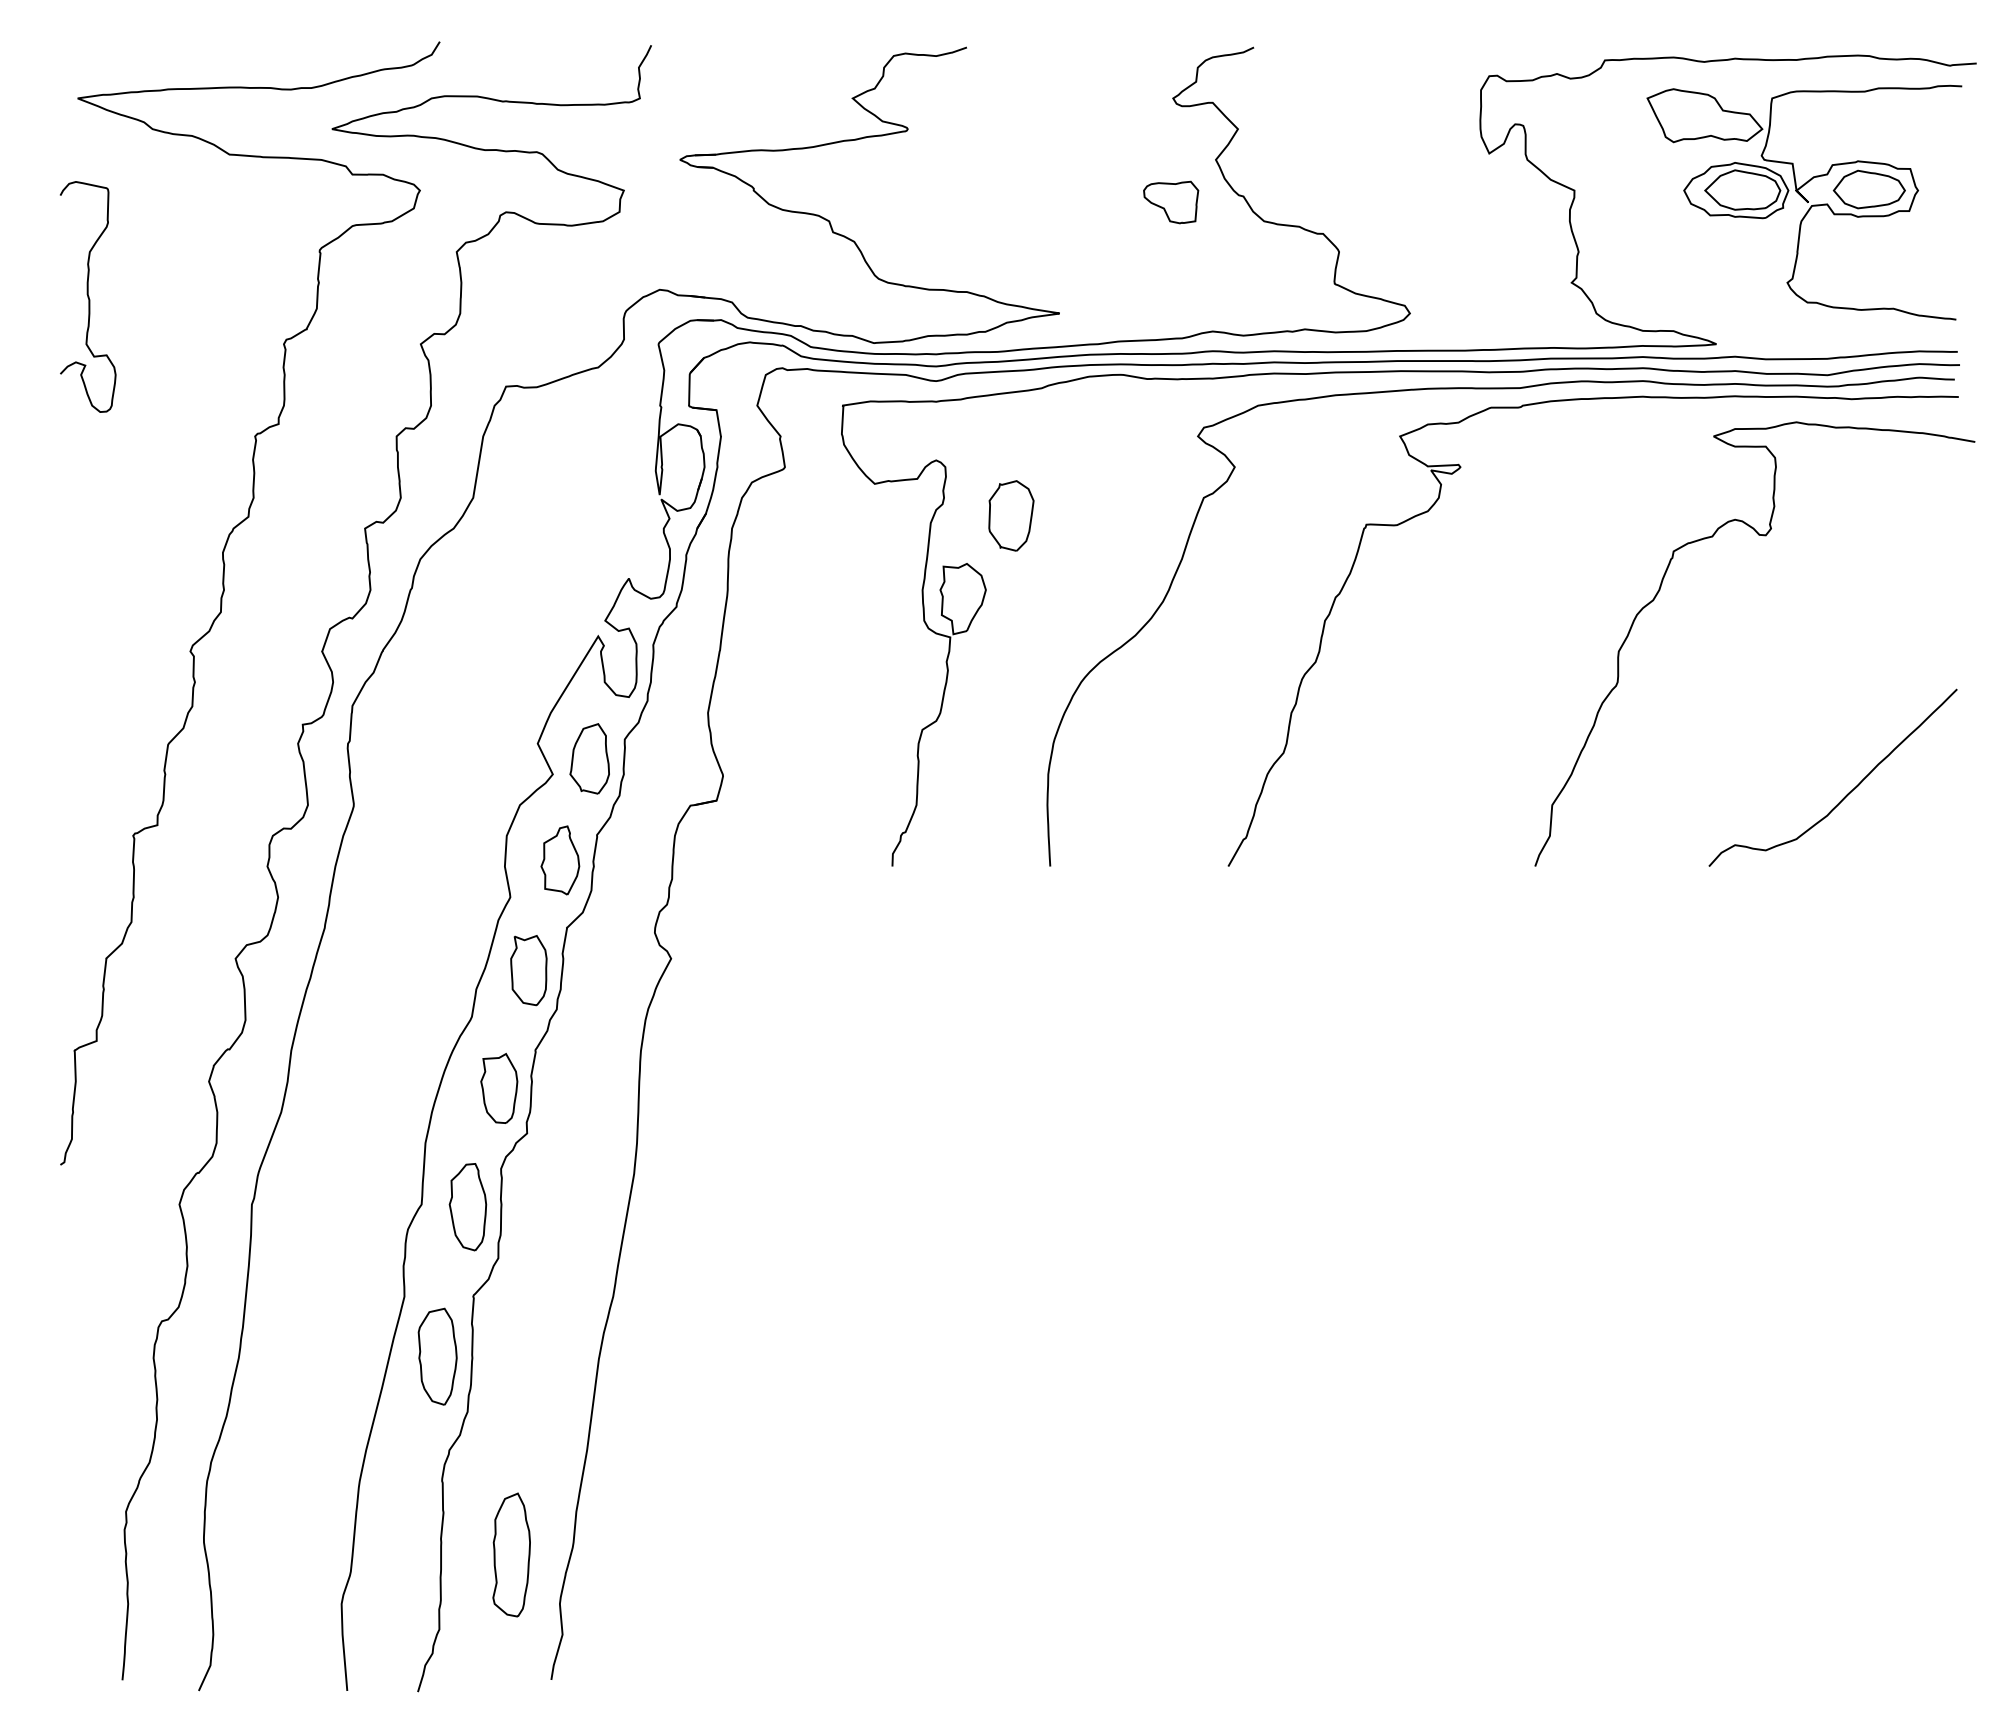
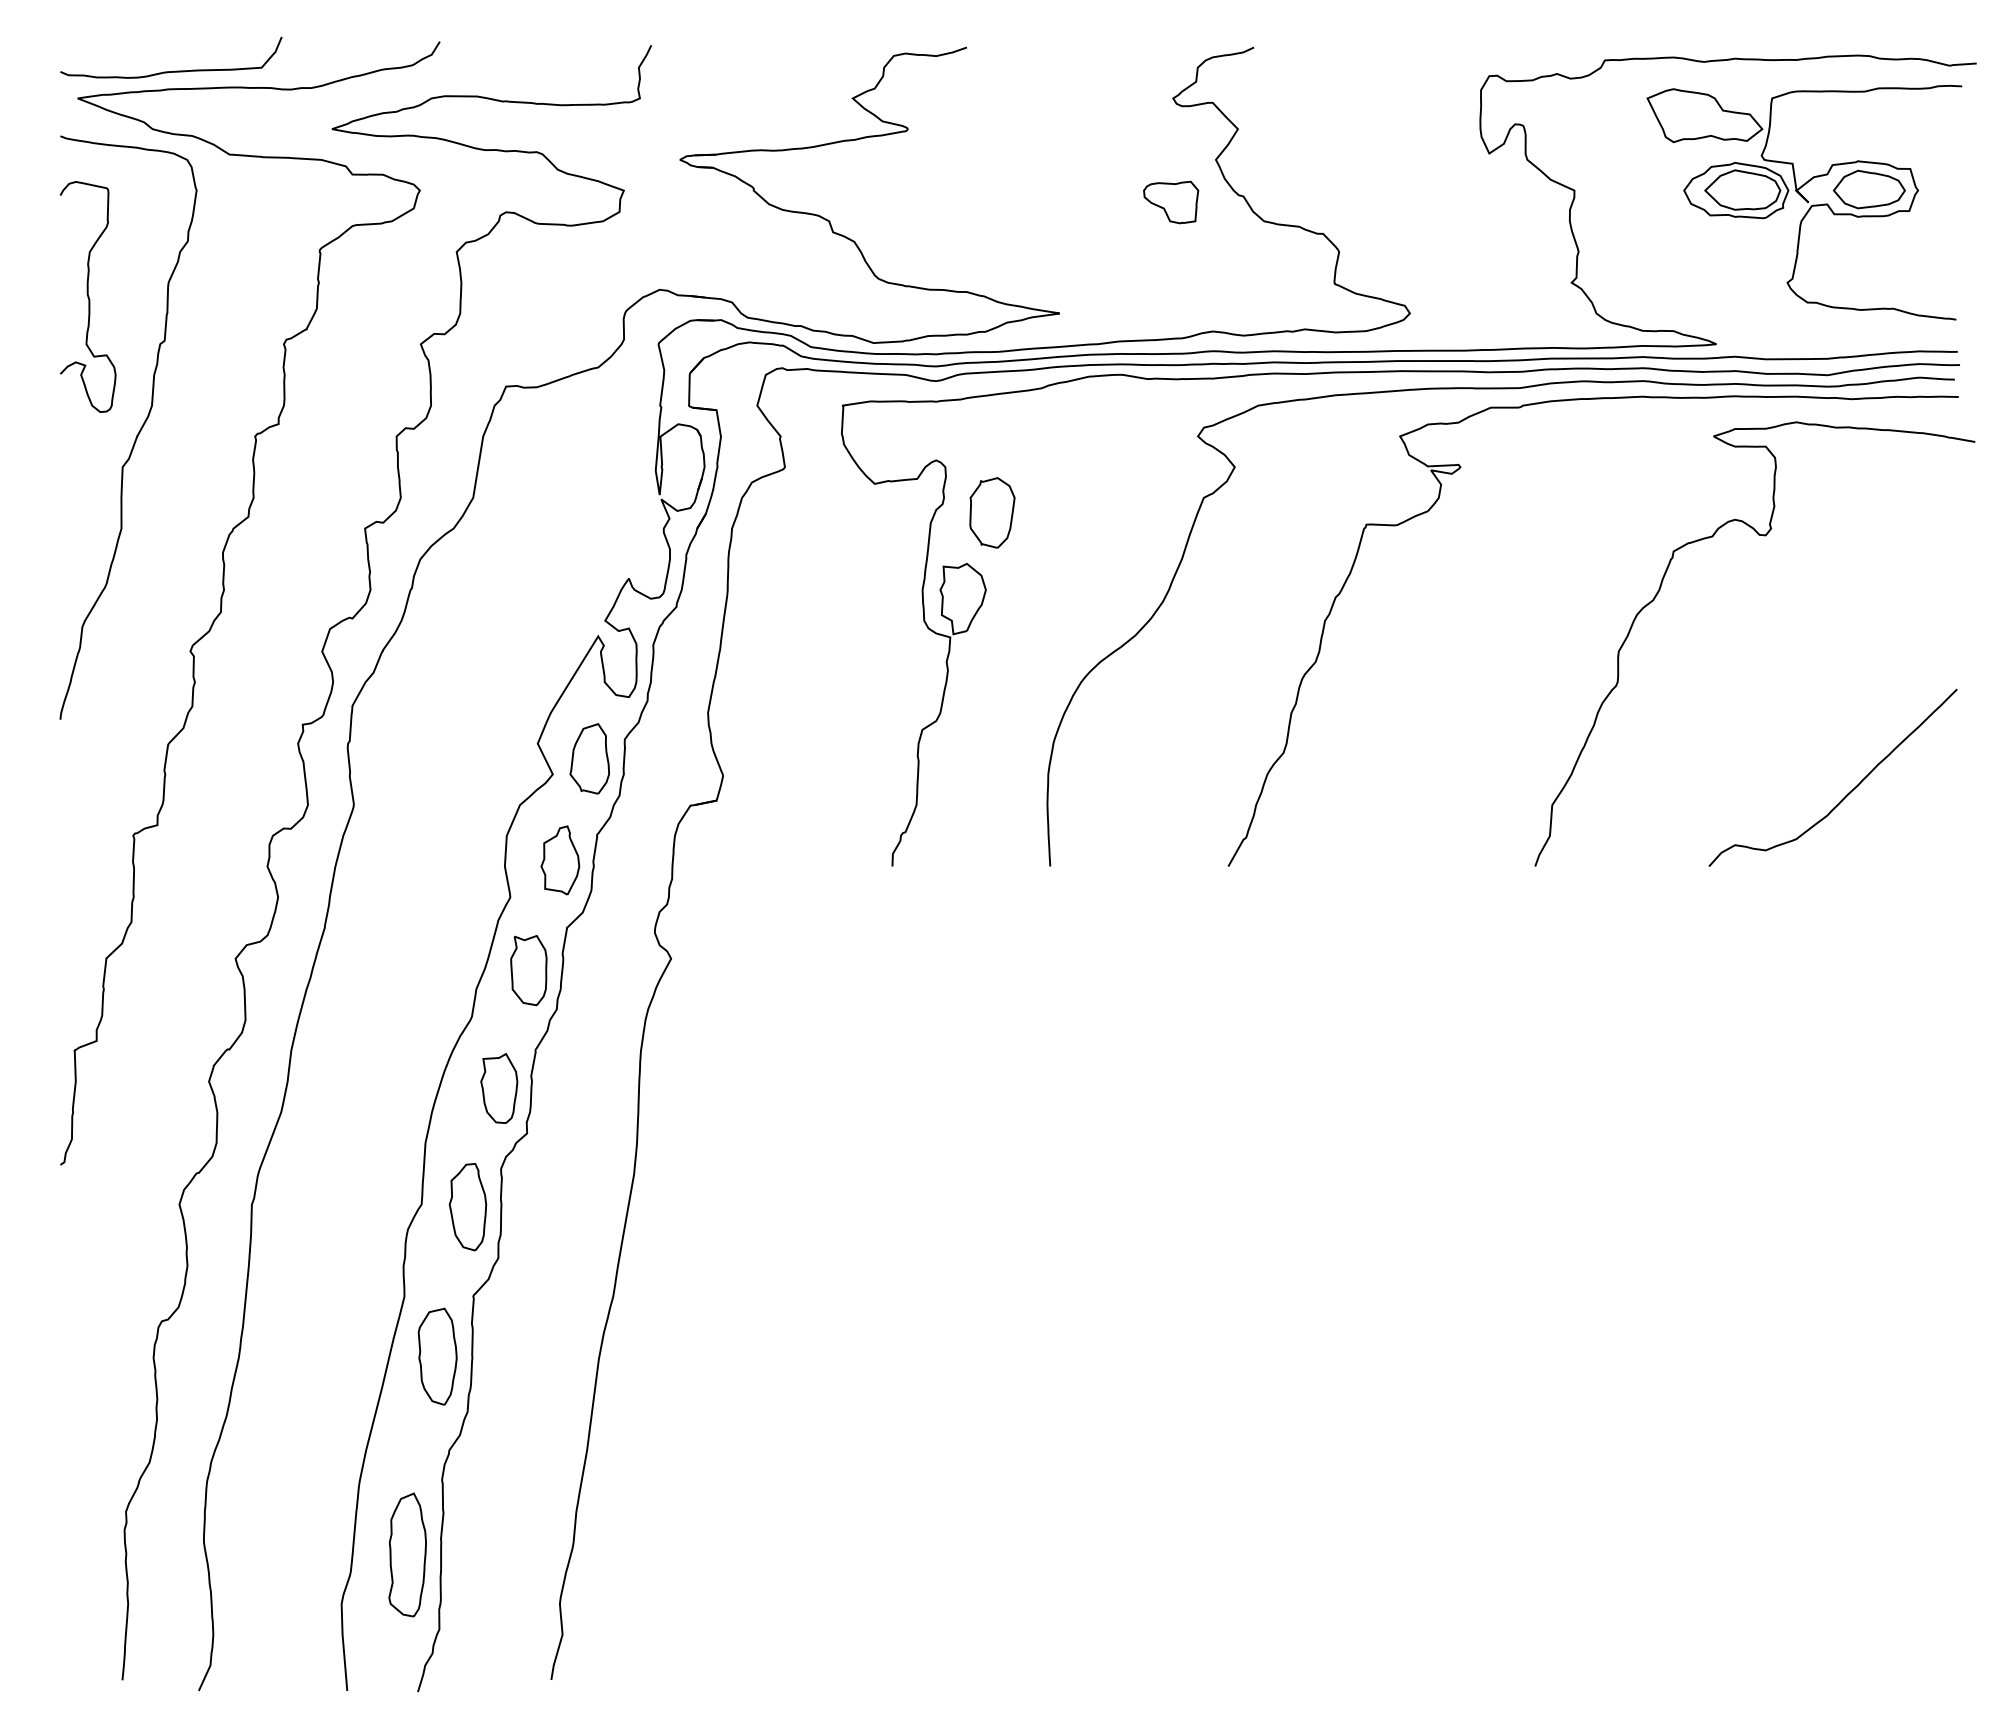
curve at (174, 70): none -> present
curve at (138, 431): none -> present
part at (1011, 515) position: (1011, 515) -> (992, 512)
part at (511, 1554) position: (511, 1554) -> (407, 1554)
